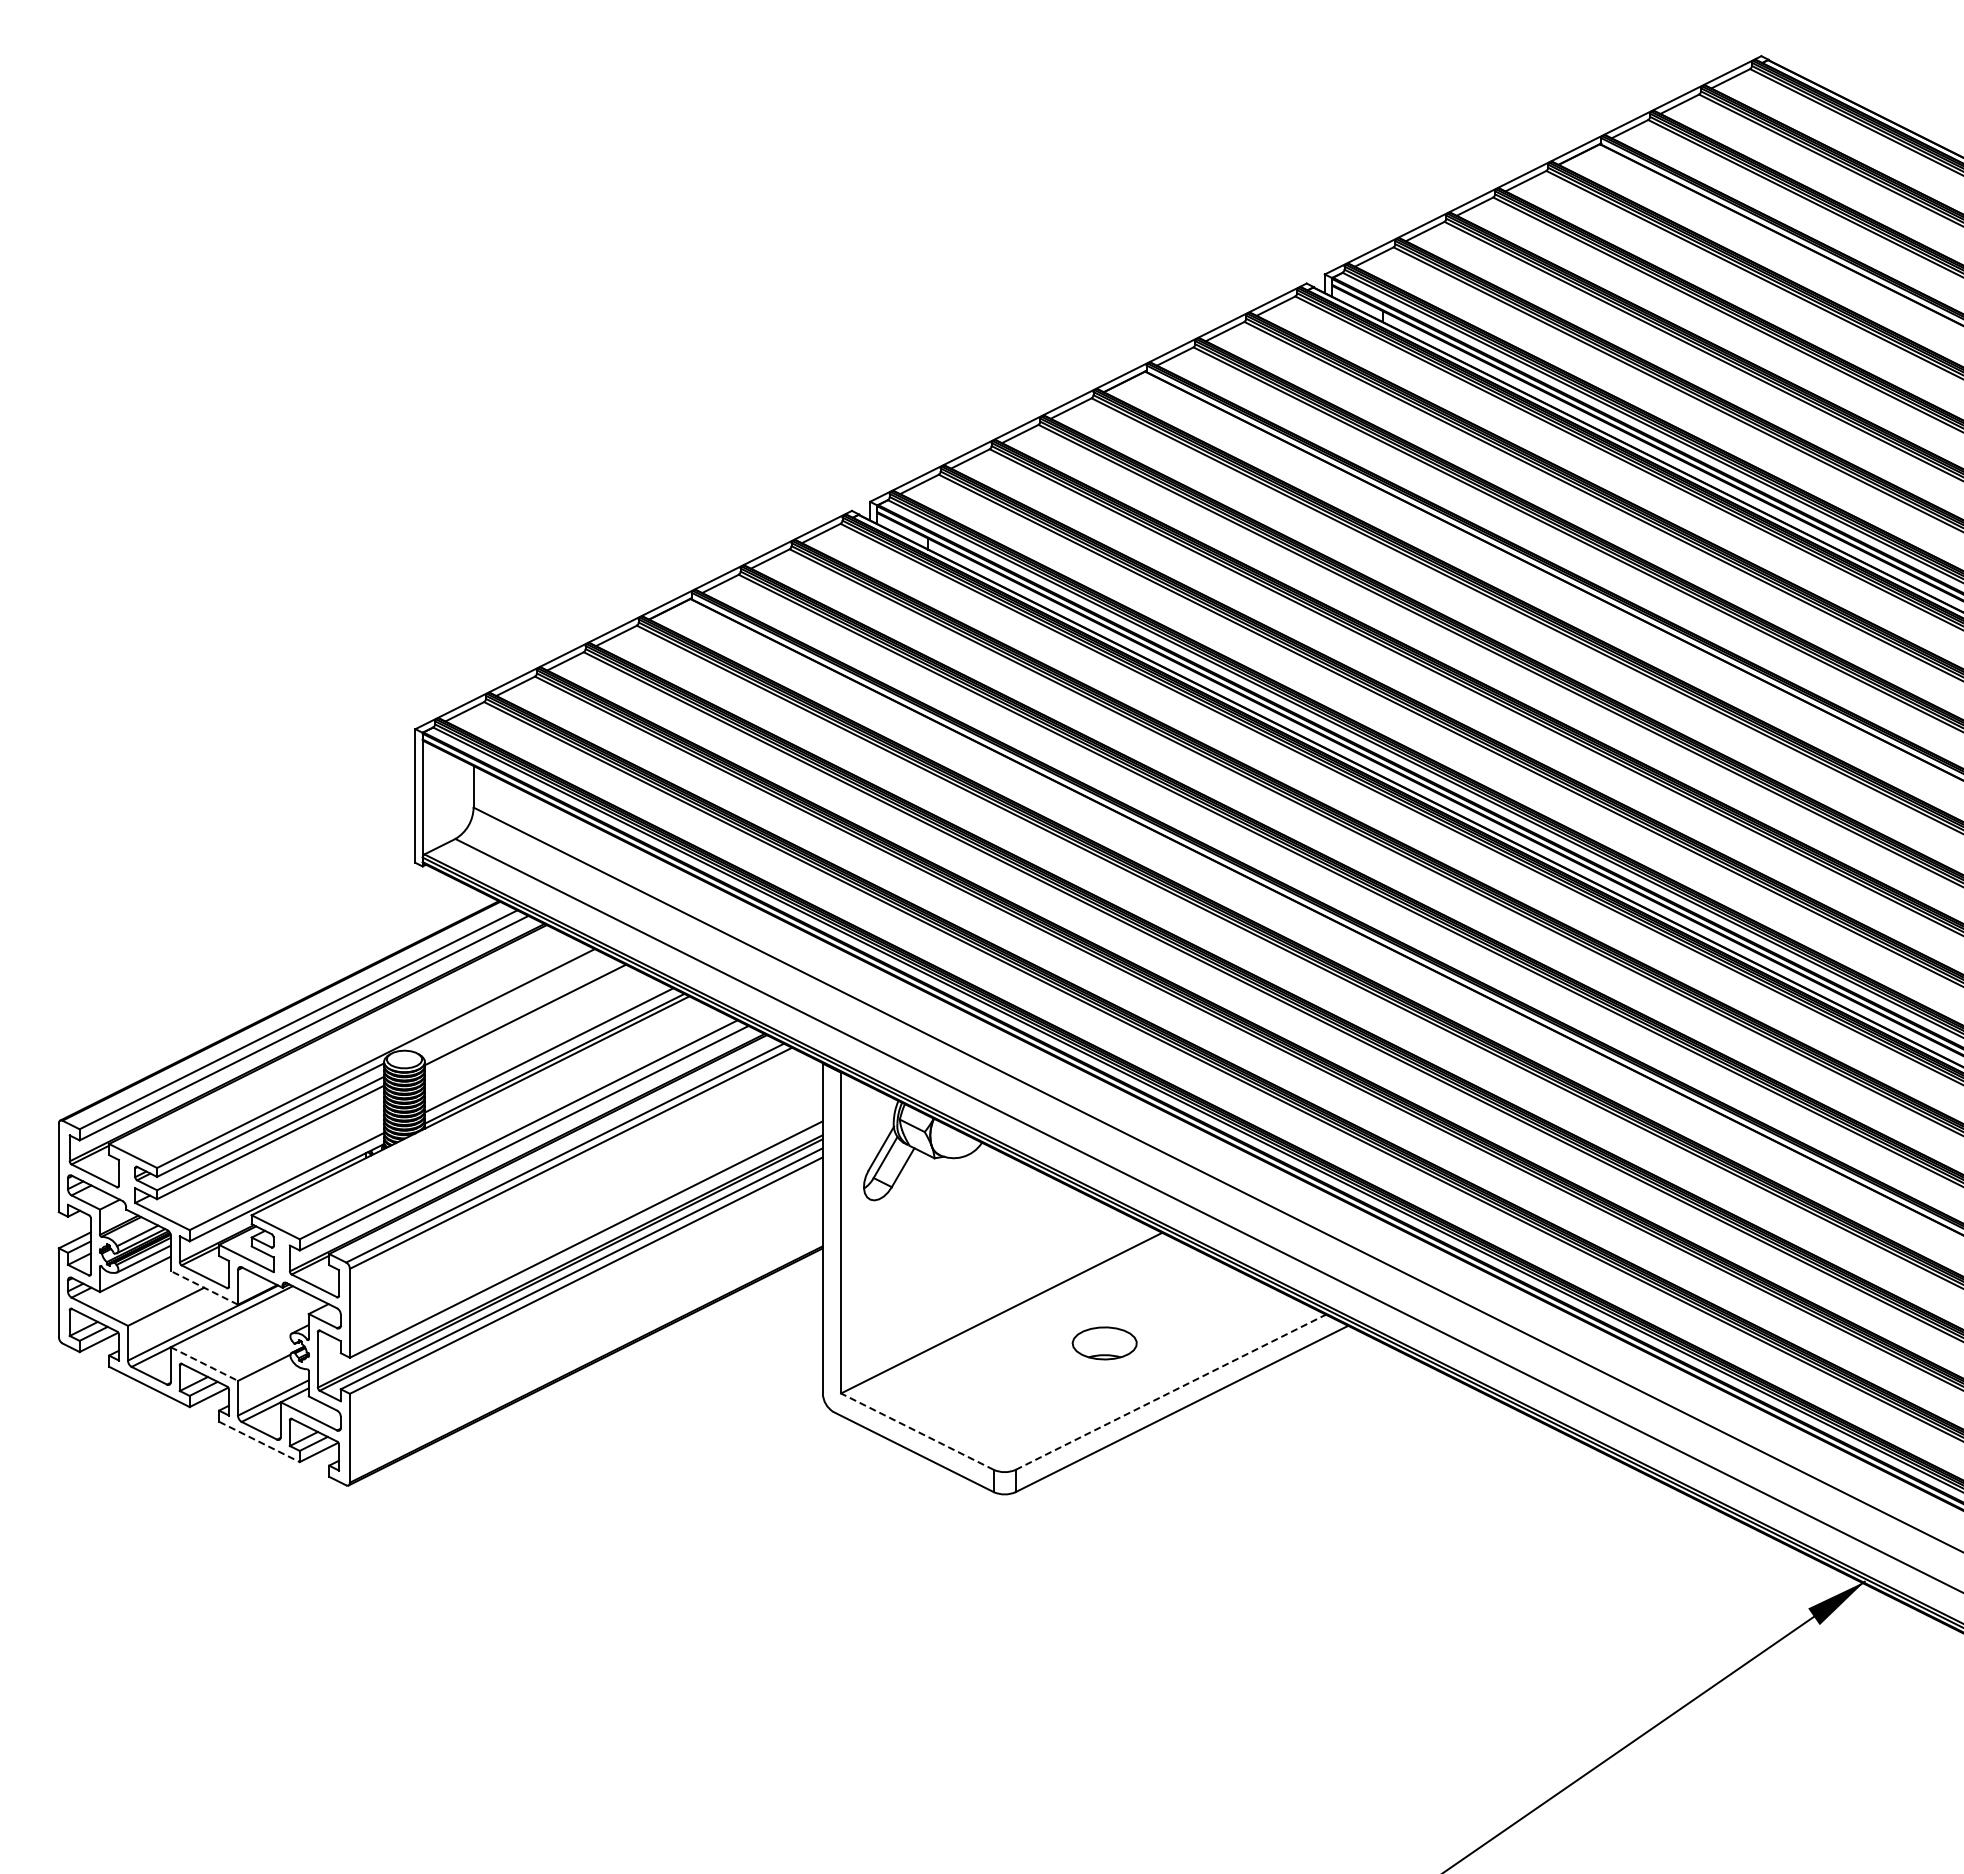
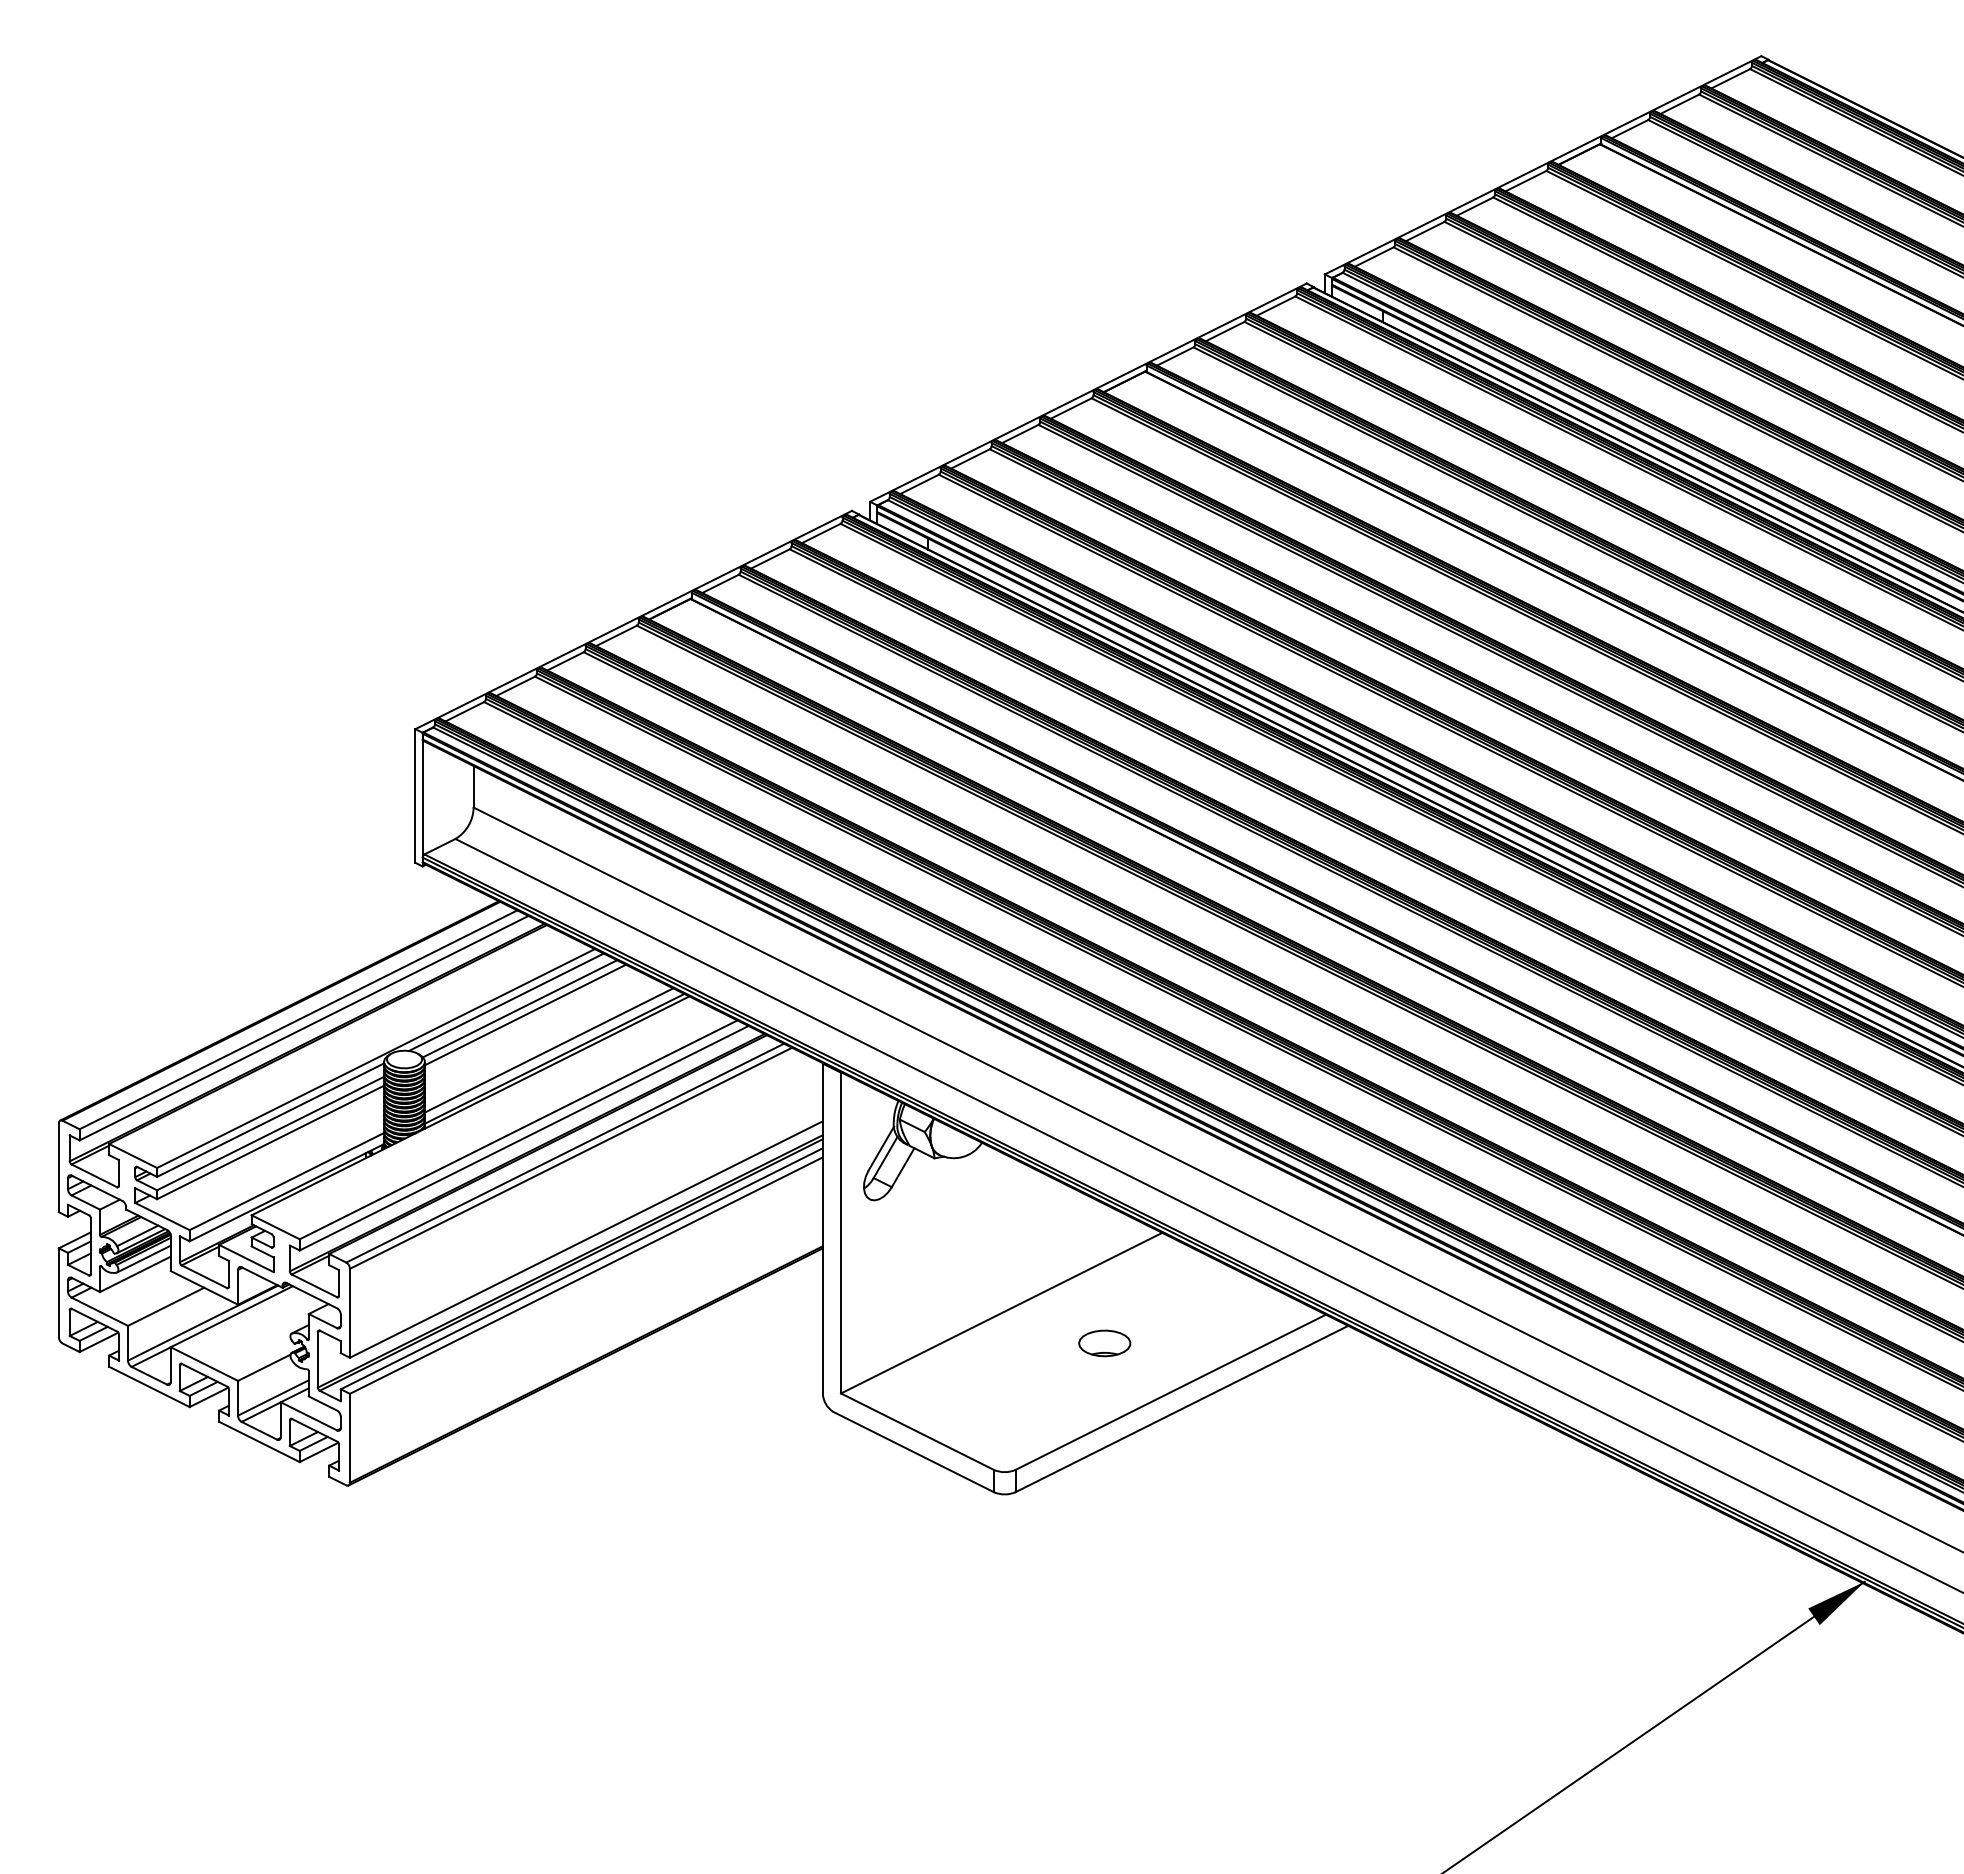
line at (506, 1001): none -> present
line at (519, 1008): none -> present
line at (204, 1287): dashed -> solid
part at (1104, 1343) size: 67x35 px -> 54x29 px
line at (204, 1364): dashed -> solid
line at (1171, 1392): dashed -> solid
line at (917, 1431): dashed -> solid
line at (259, 1442): dashed -> solid
